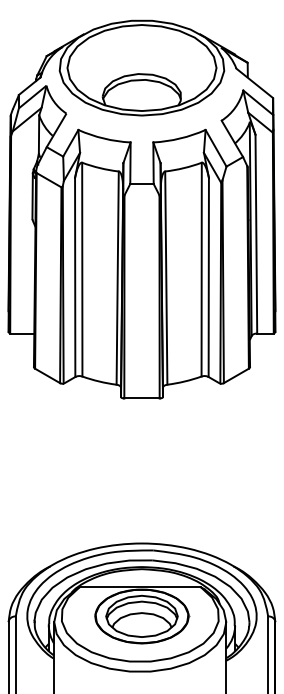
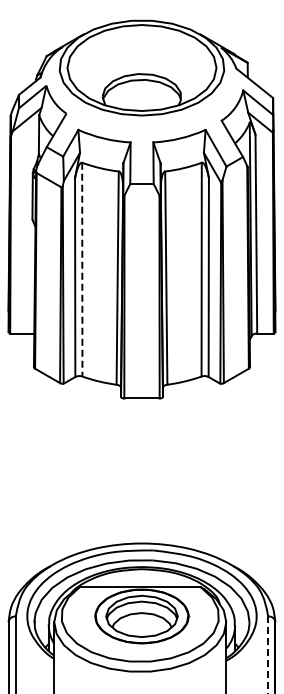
line at (82, 269): solid -> dashed
line at (268, 655): solid -> dashed
